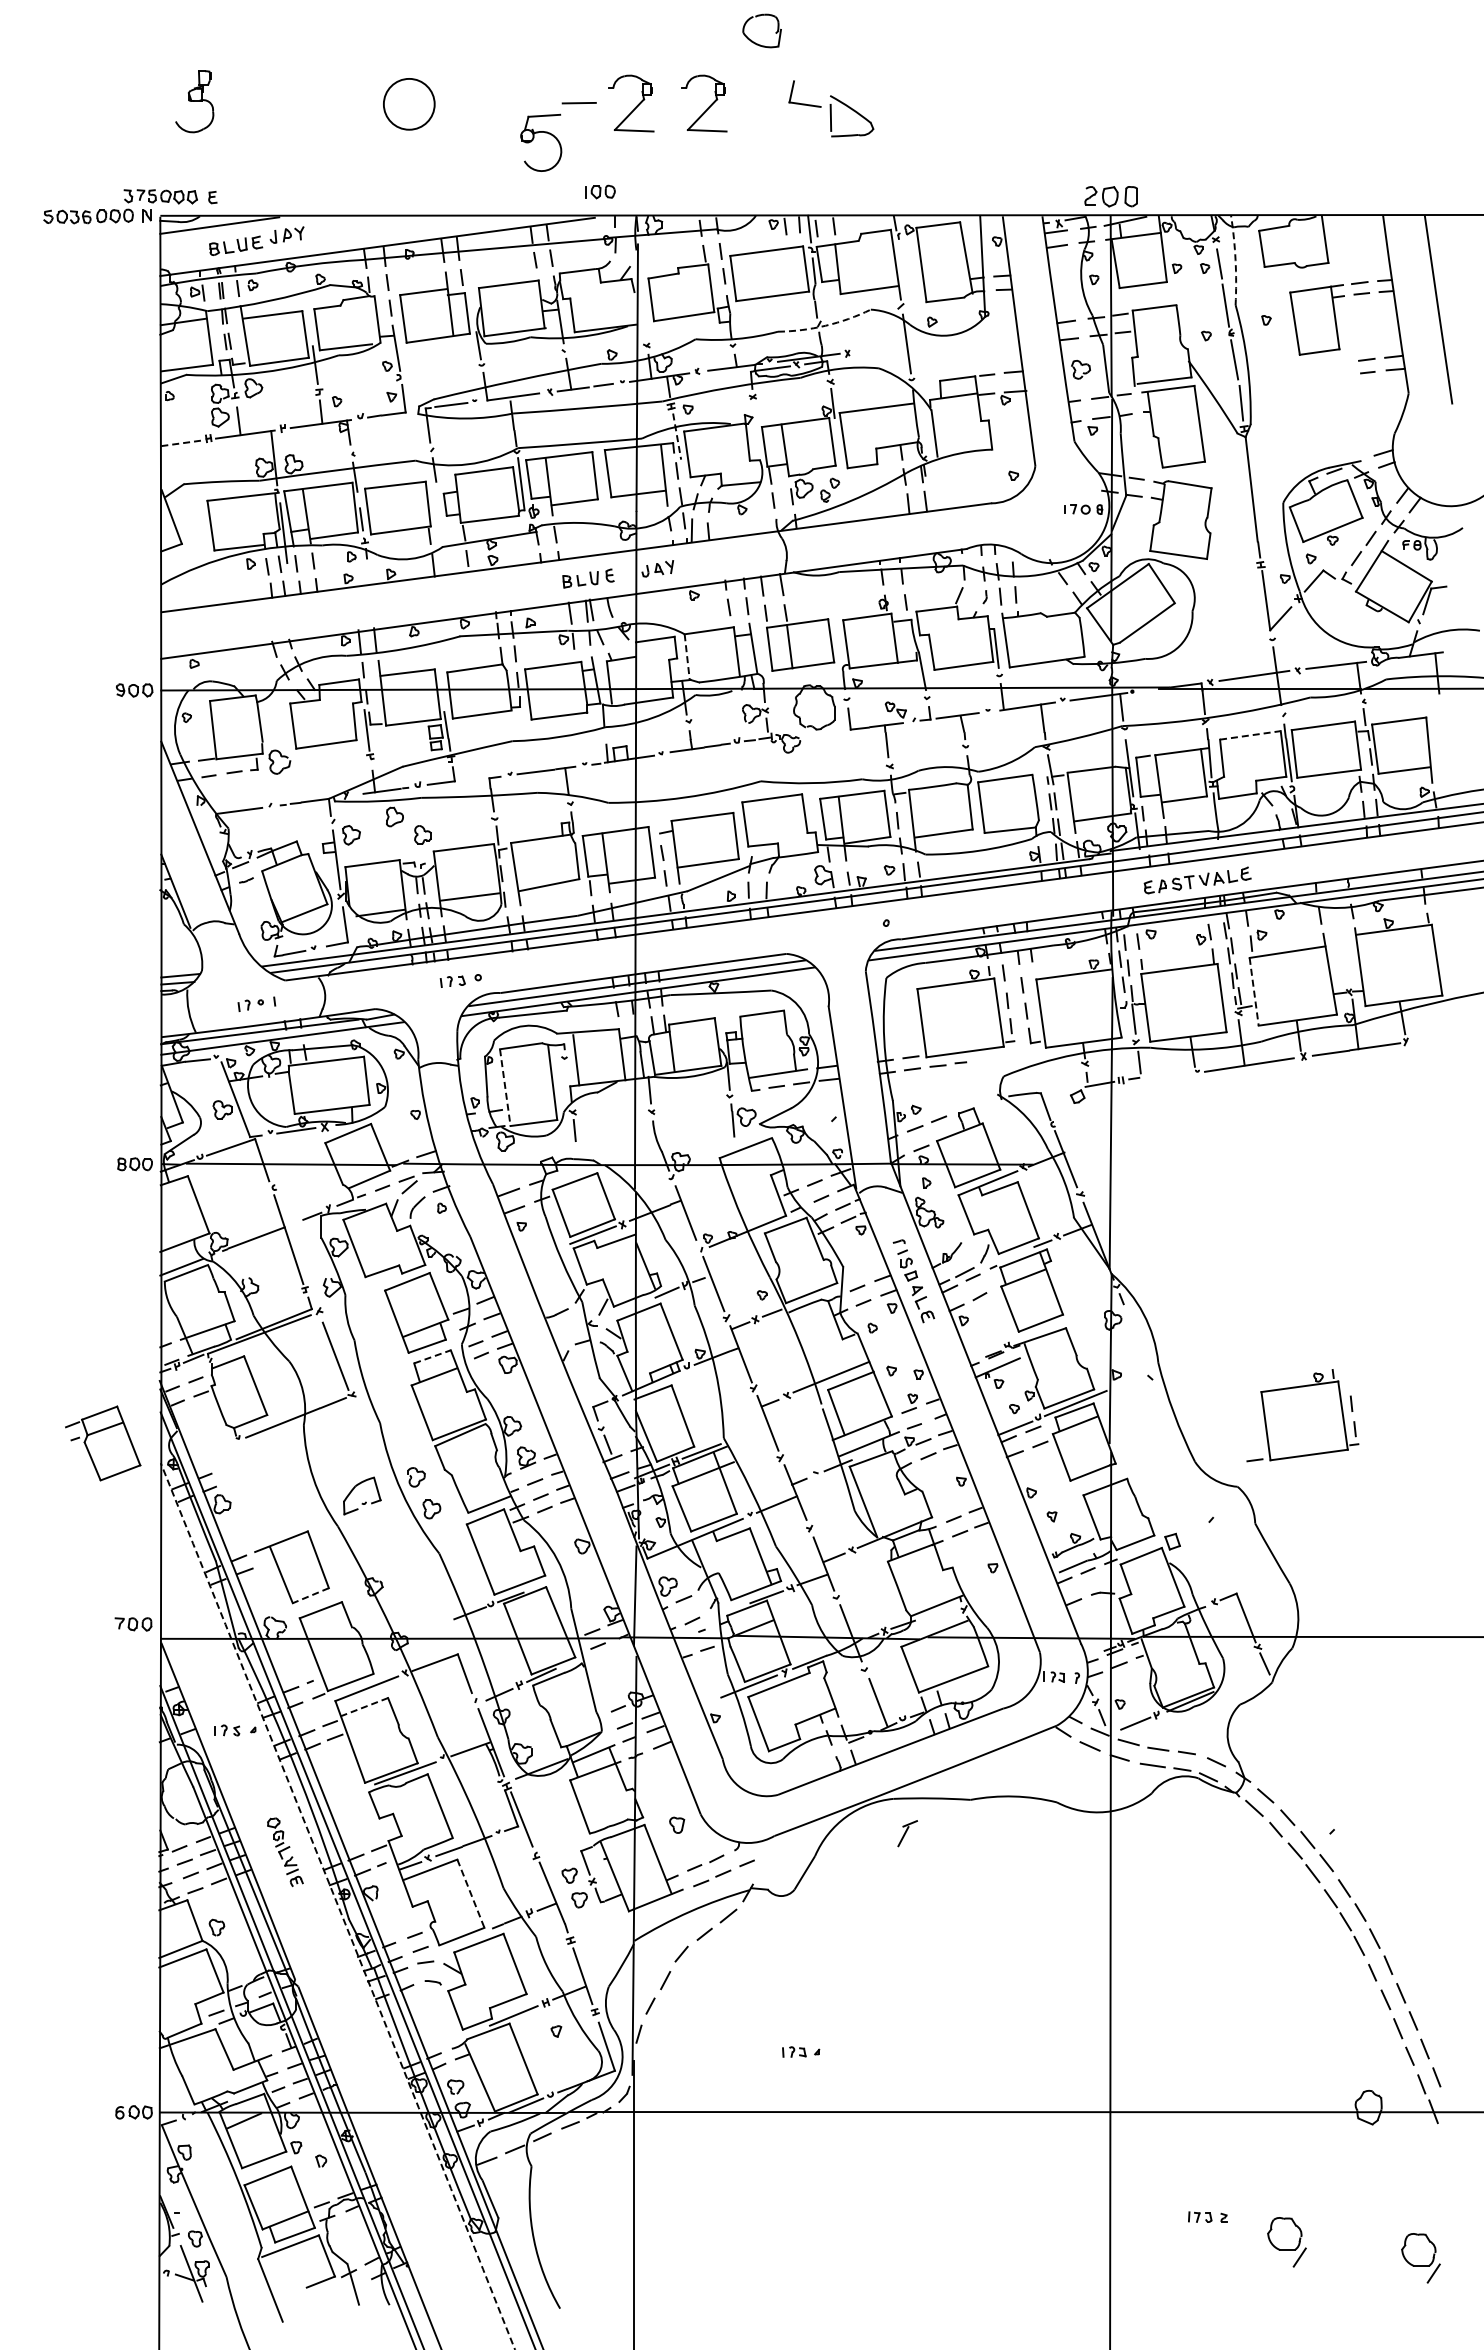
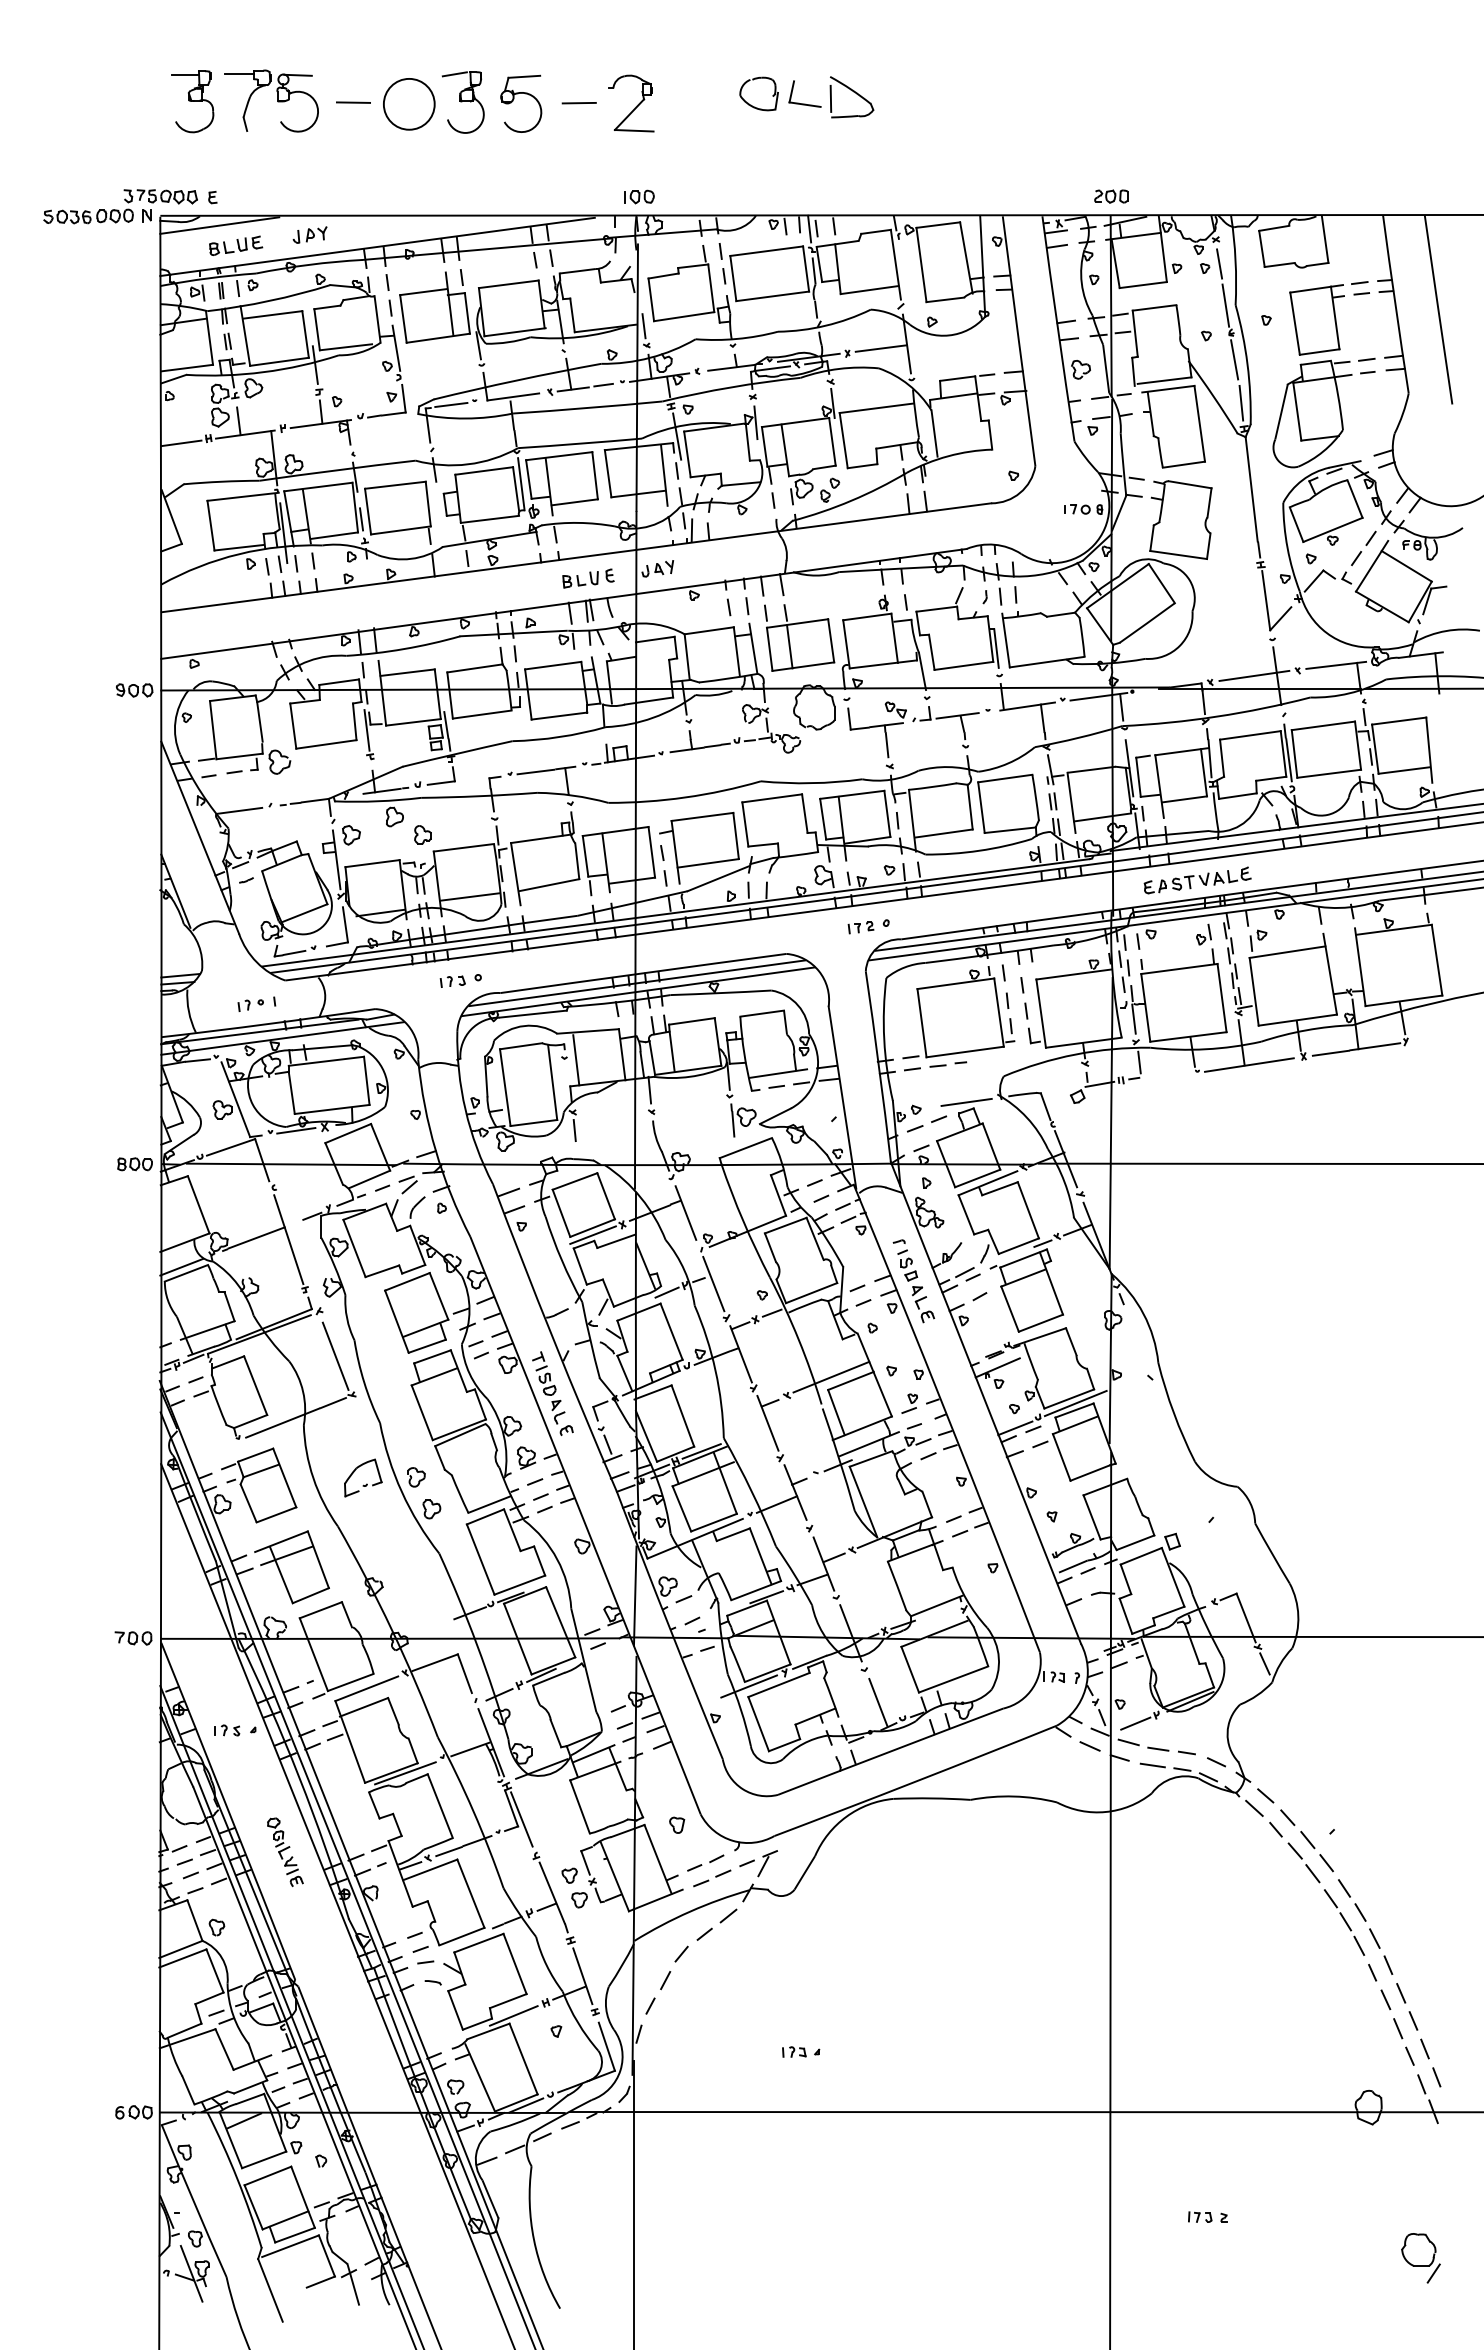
part at (754, 41) position: (754, 41) -> (751, 104)
line at (184, 75): none -> present
part at (271, 100): none -> present
line at (353, 102): none -> present
part at (462, 102): none -> present
part at (704, 103): present -> none
part at (851, 116) position: (851, 116) -> (851, 97)
part at (534, 138) position: (534, 138) -> (514, 99)
part at (600, 191) position: (600, 191) -> (639, 196)
part at (1110, 196) size: 54x22 px -> 35x15 px
part at (286, 234) position: (286, 234) -> (309, 234)
arc at (1235, 260): dashed -> solid
arc at (825, 325): dashed -> solid
line at (643, 326): none -> present
line at (880, 348): none -> present
part at (1312, 413): none -> present
line at (755, 422): none -> present
line at (677, 437): dashed -> solid
line at (181, 443): dashed -> solid
line at (687, 656): dashed -> solid
line at (1250, 735): dashed -> solid
part at (860, 927): none -> present
line at (1254, 992): dashed -> solid
line at (505, 1087): dashed -> solid
line at (966, 1101): none -> present
line at (1259, 1163): none -> present
line at (433, 1356): dashed -> solid
part at (552, 1393): none -> present
part at (1302, 1415): present -> none
part at (103, 1443) position: (103, 1443) -> (259, 1485)
part at (365, 1501) position: (365, 1501) -> (366, 1483)
line at (286, 1555): none -> present
line at (310, 1595): dashed -> solid
part at (133, 1624) position: (133, 1624) -> (133, 1638)
line at (364, 1707): dashed -> solid
part at (907, 1833) position: (907, 1833) -> (767, 1863)
line at (470, 1893): dashed -> solid
arc at (338, 1905): dashed -> solid
part at (1286, 2242): present -> none
